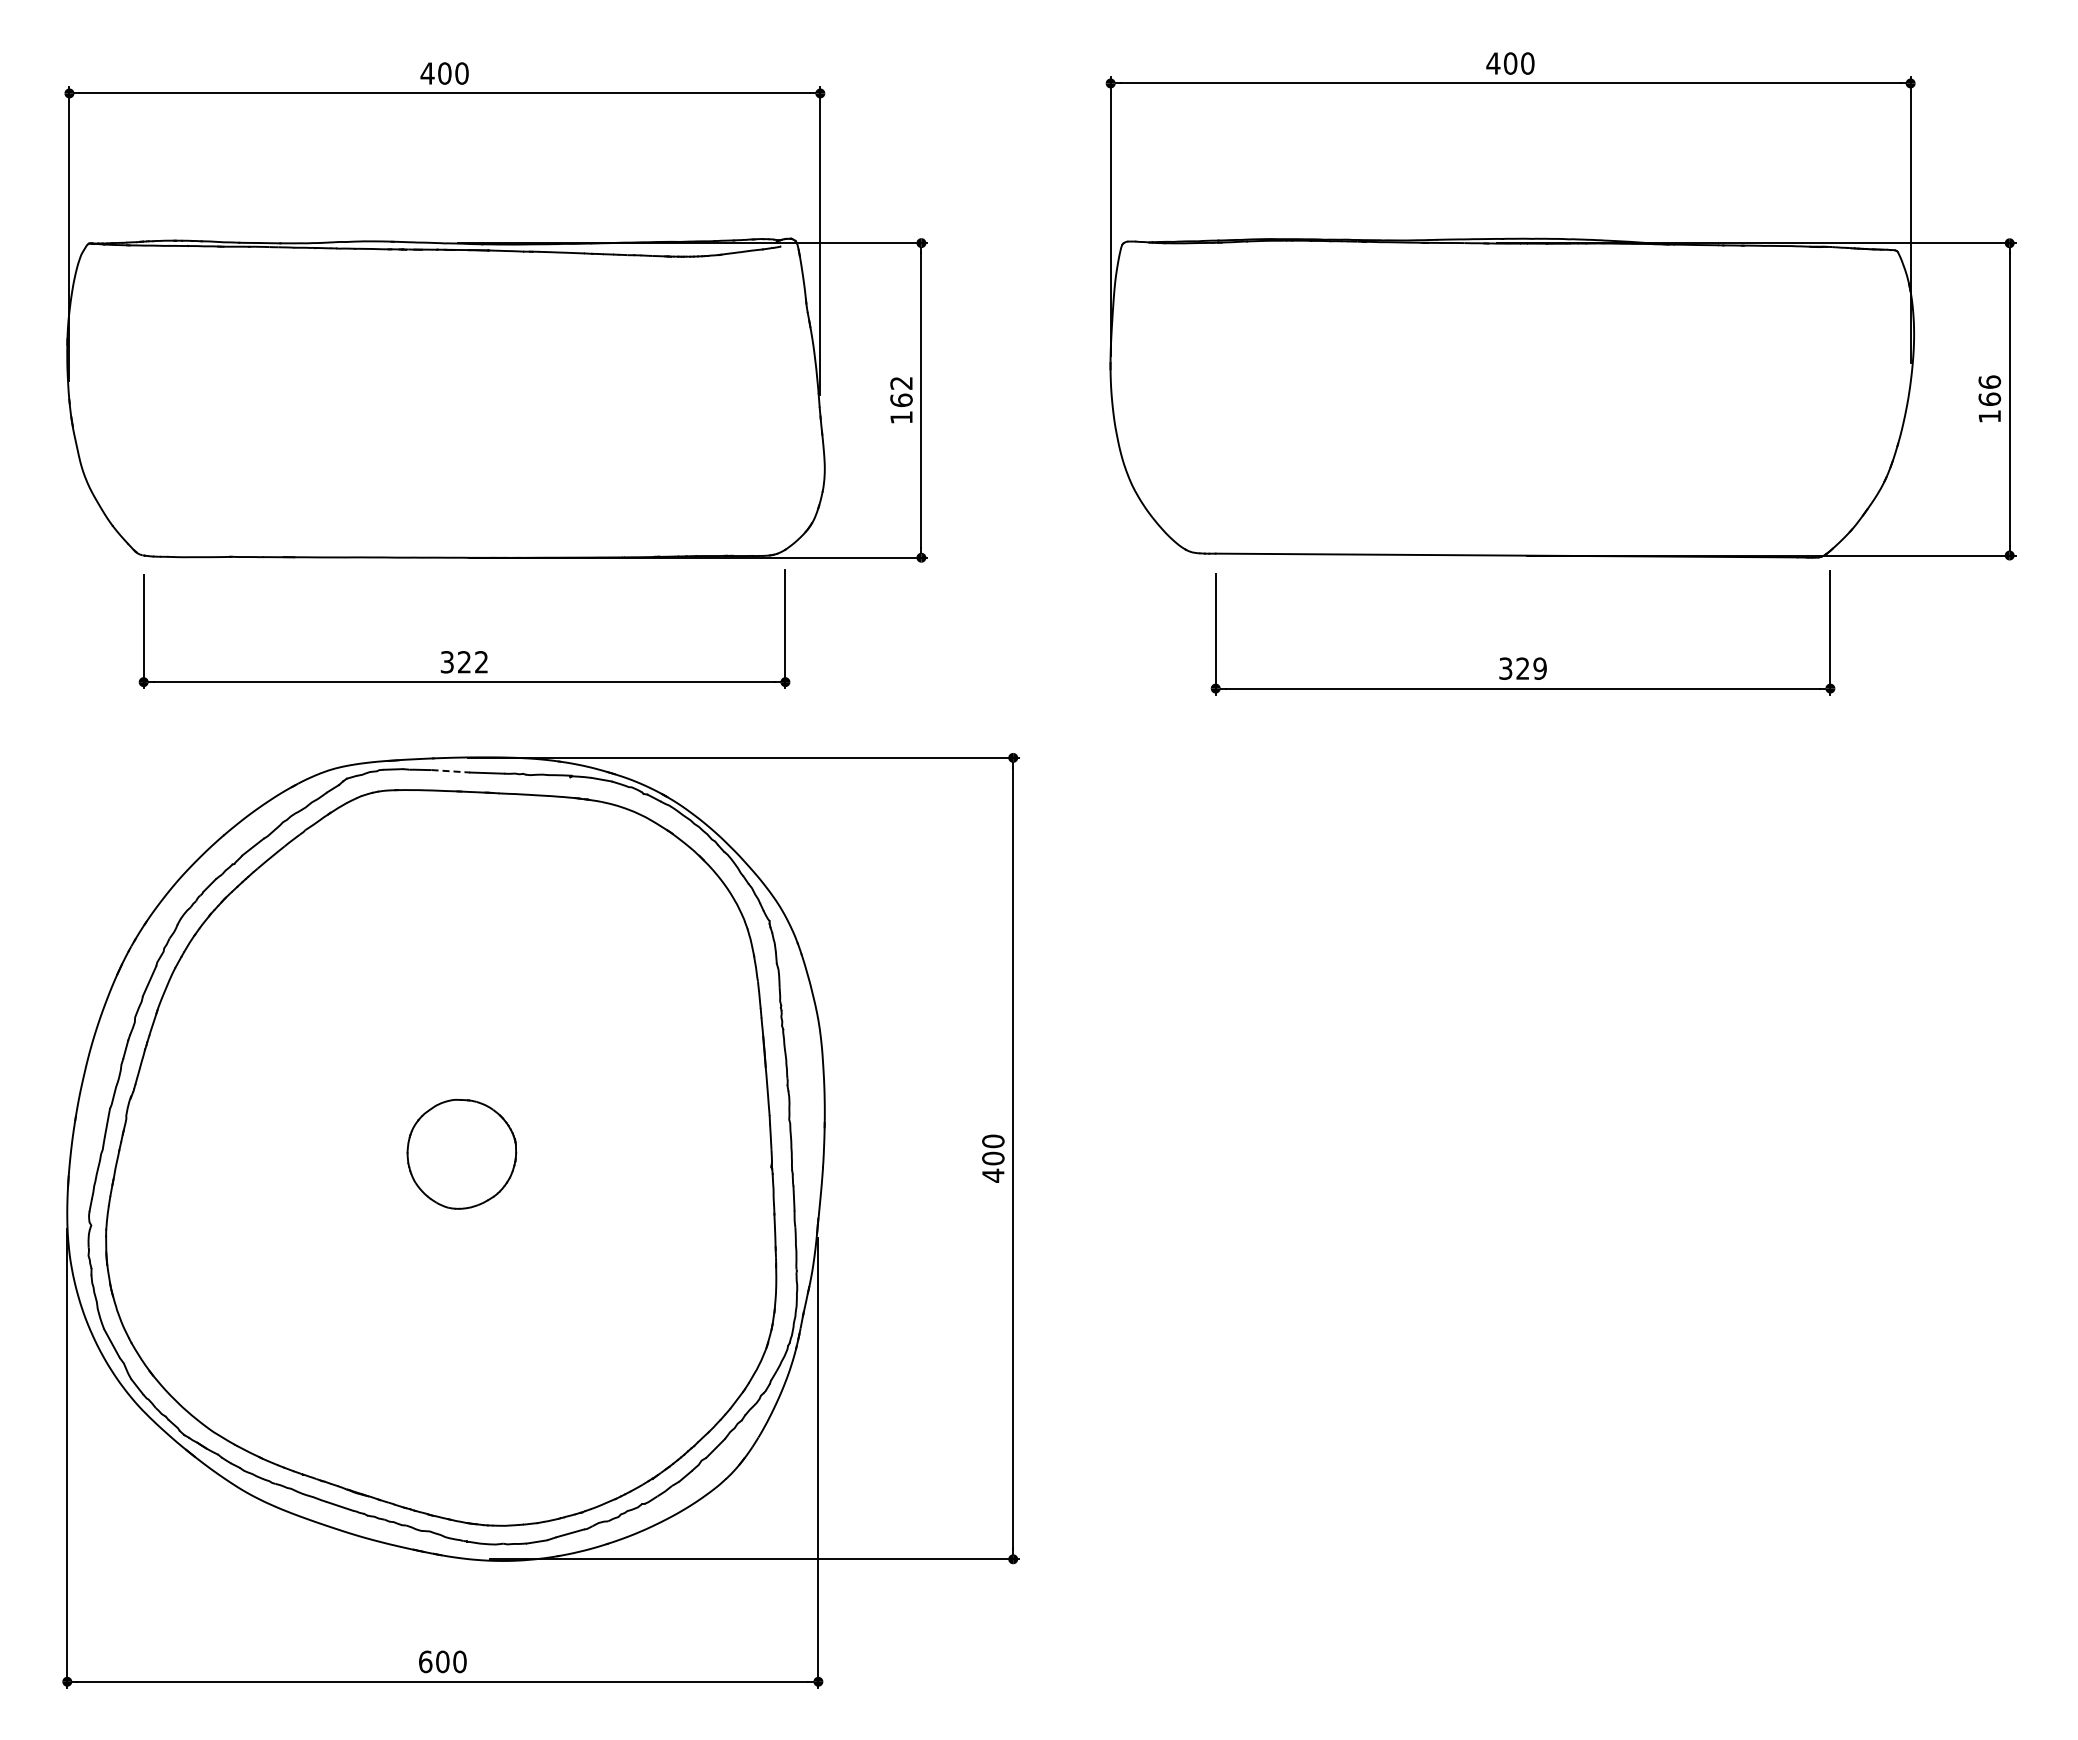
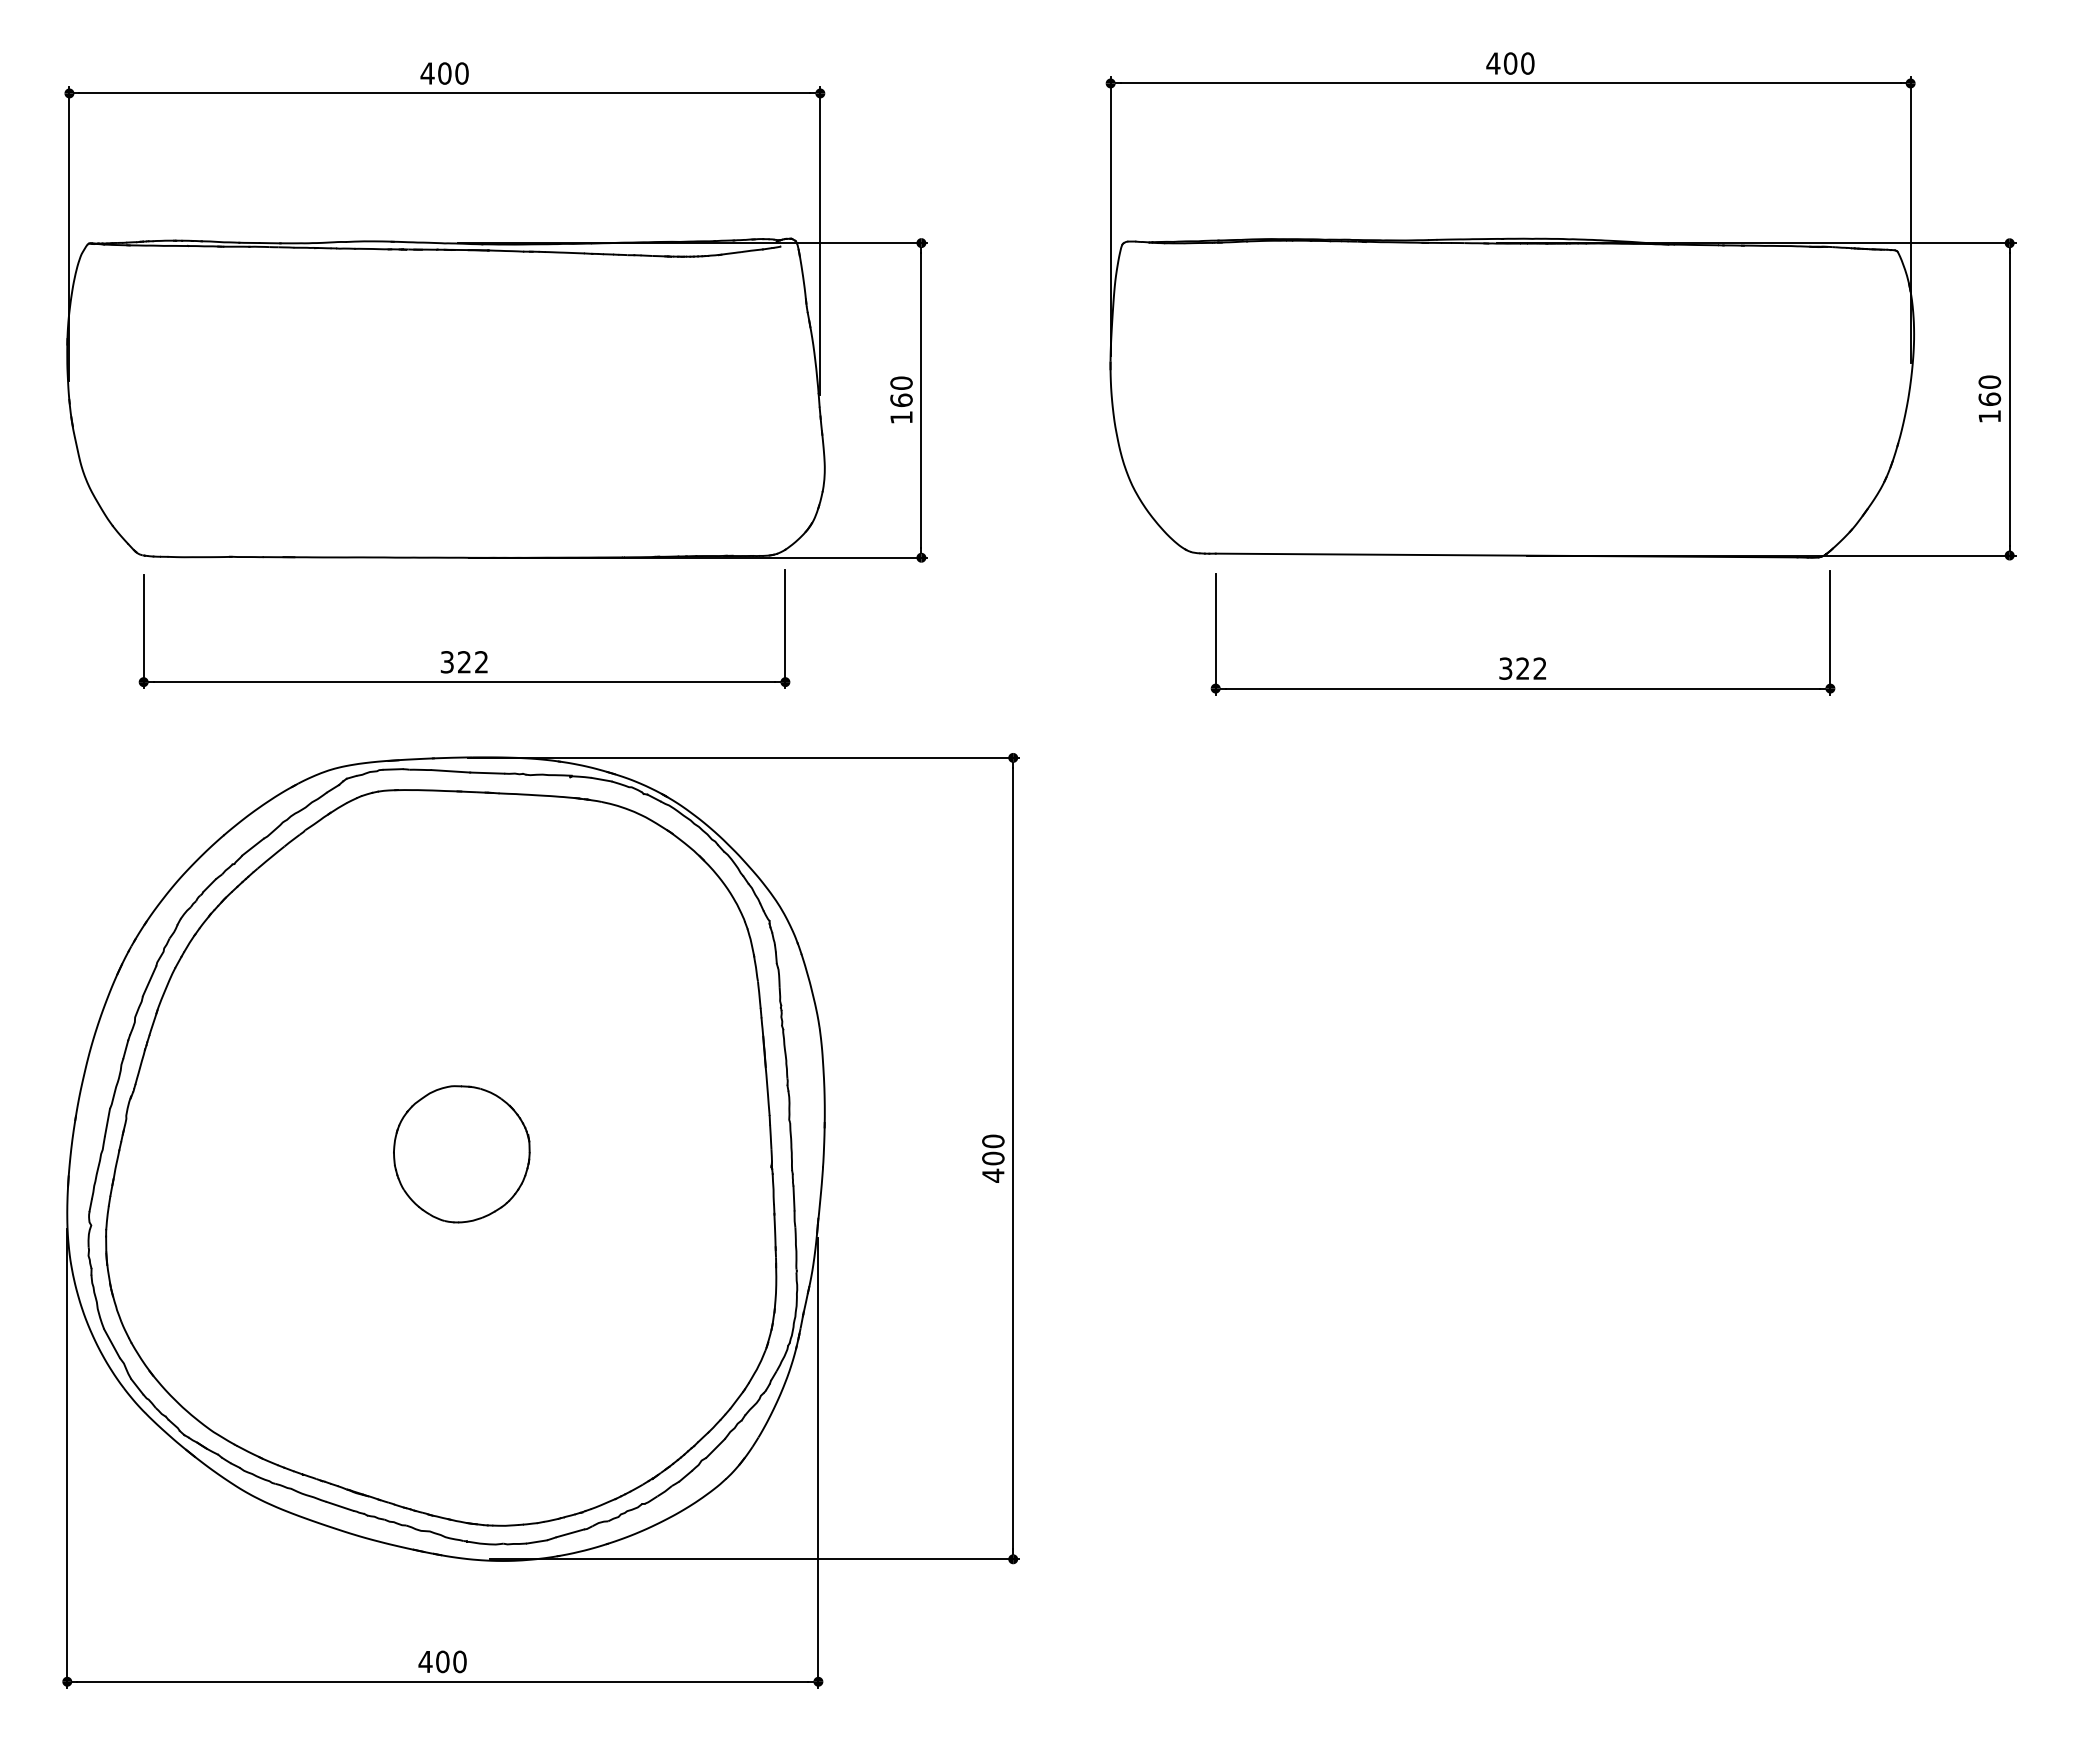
text at (1989, 381): 166 -> 160
text at (901, 382): 162 -> 160
text at (1539, 668): 329 -> 322
line at (451, 771): dashed -> solid
part at (461, 1154) size: 112x111 px -> 138x139 px
text at (425, 1661): 600 -> 400
